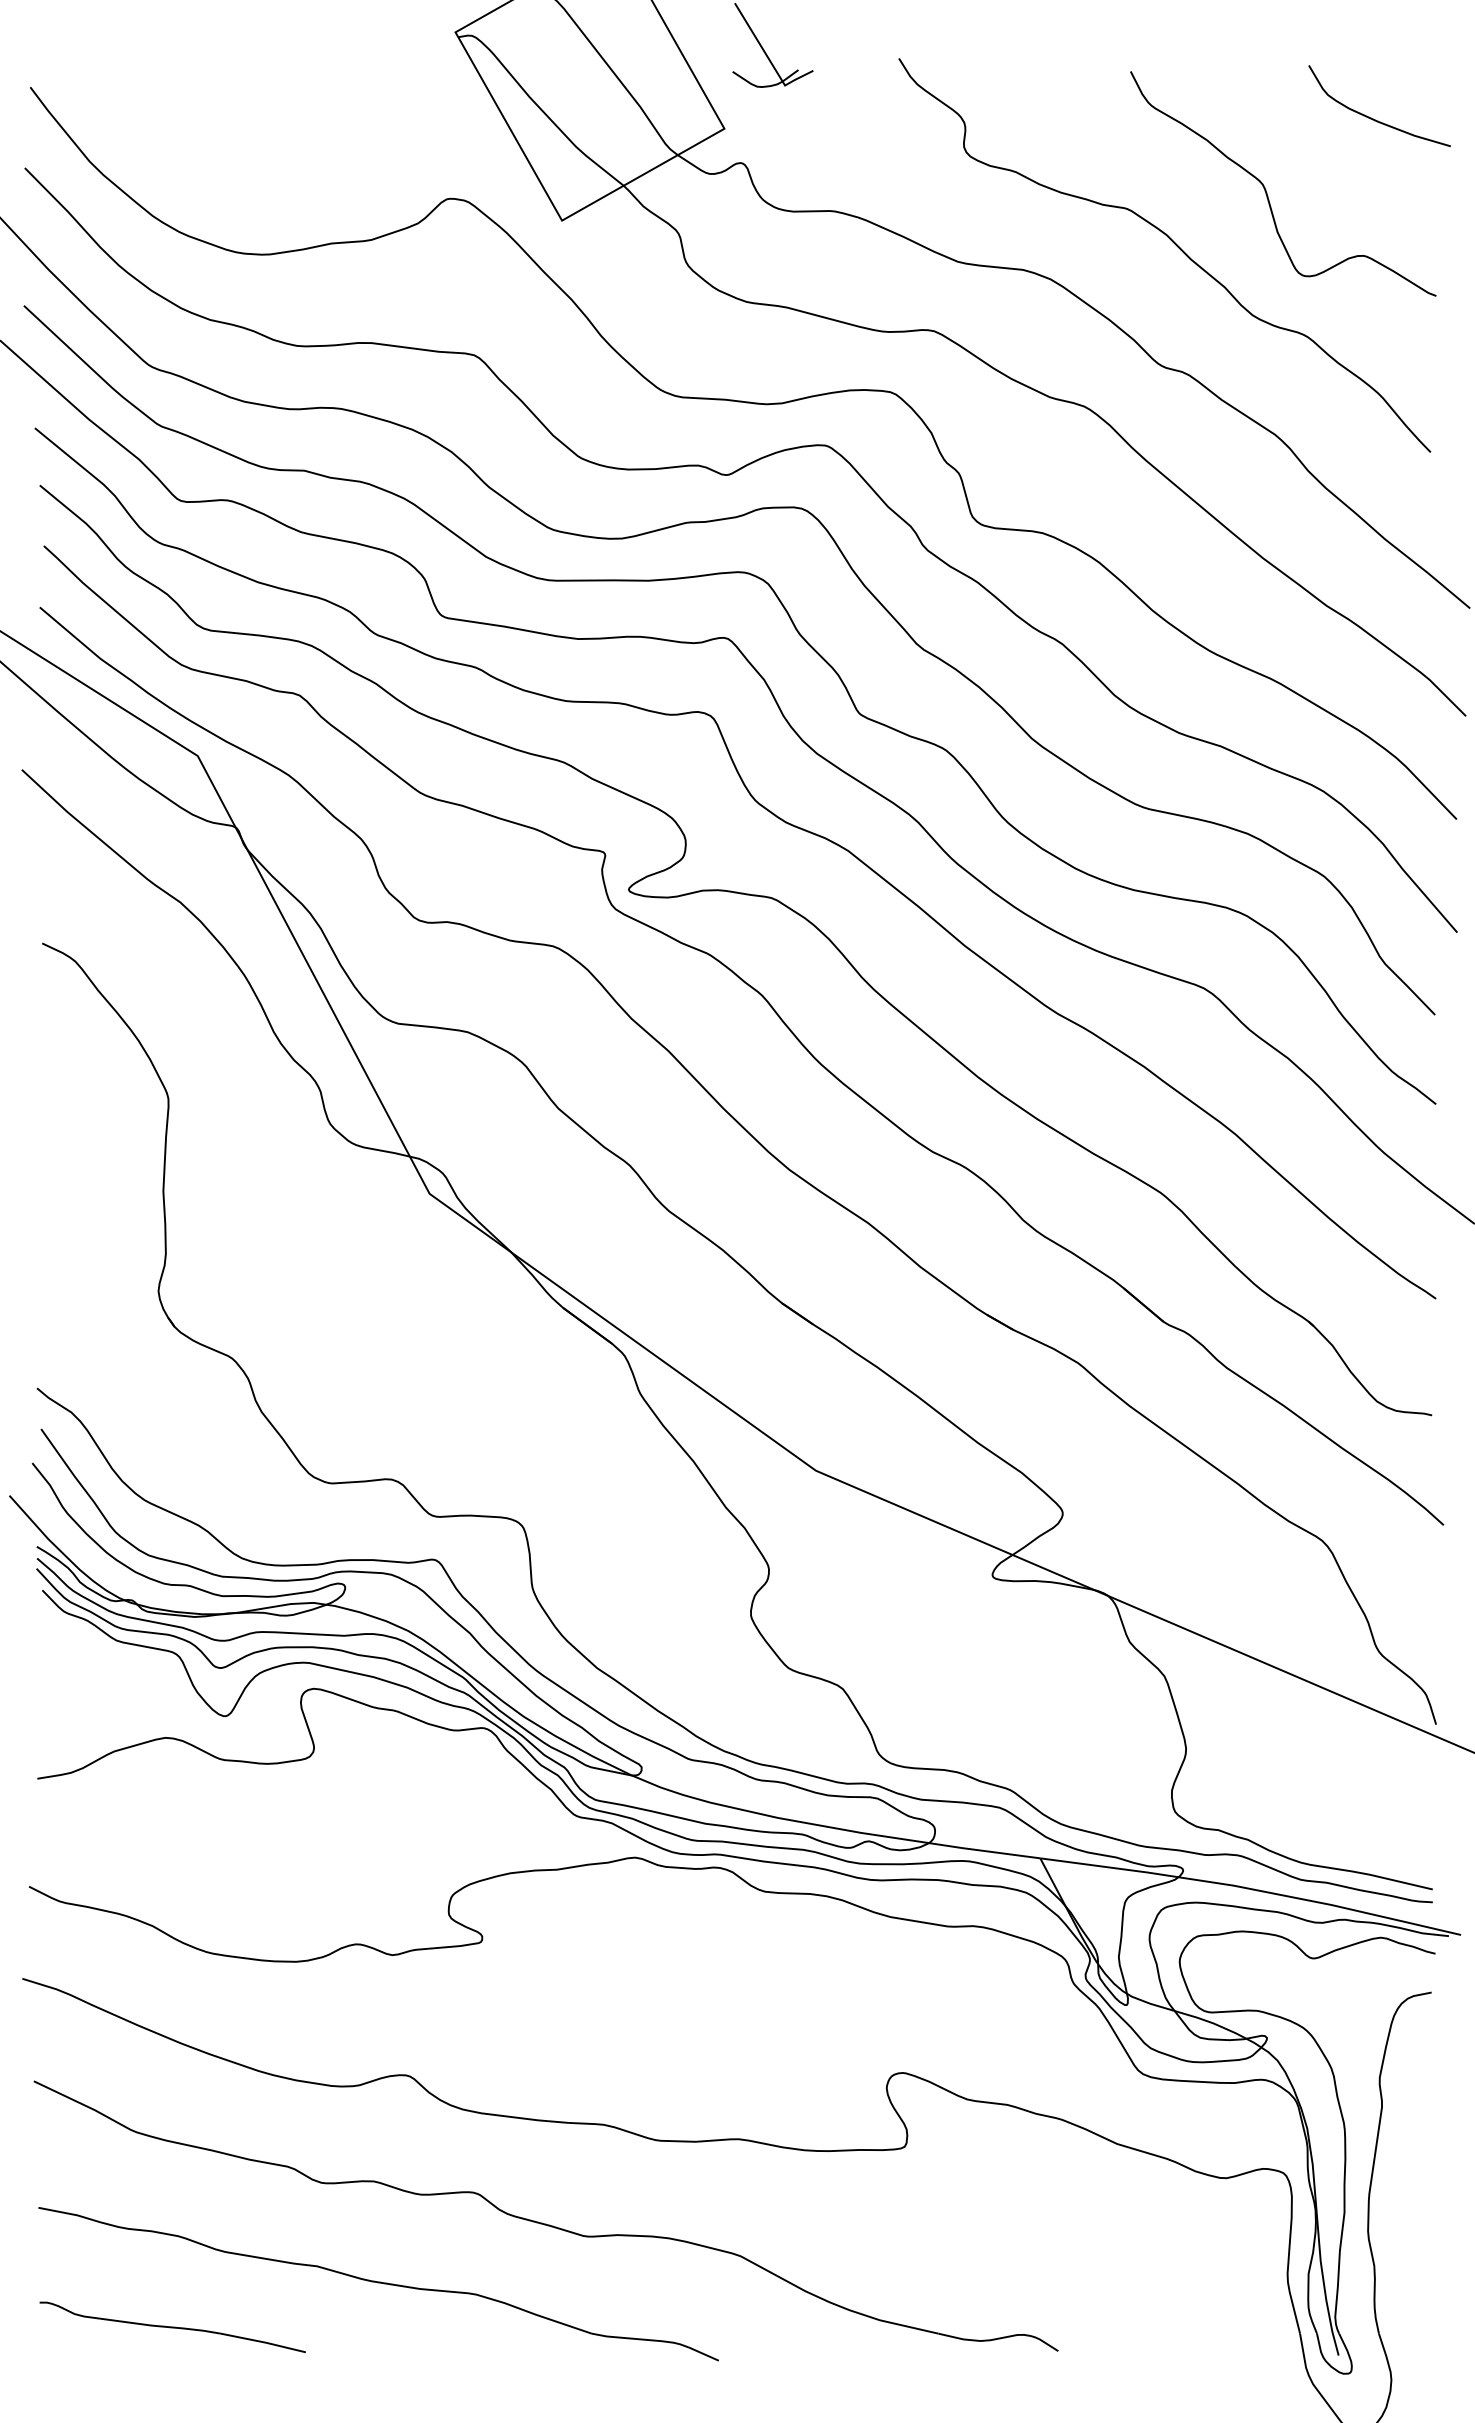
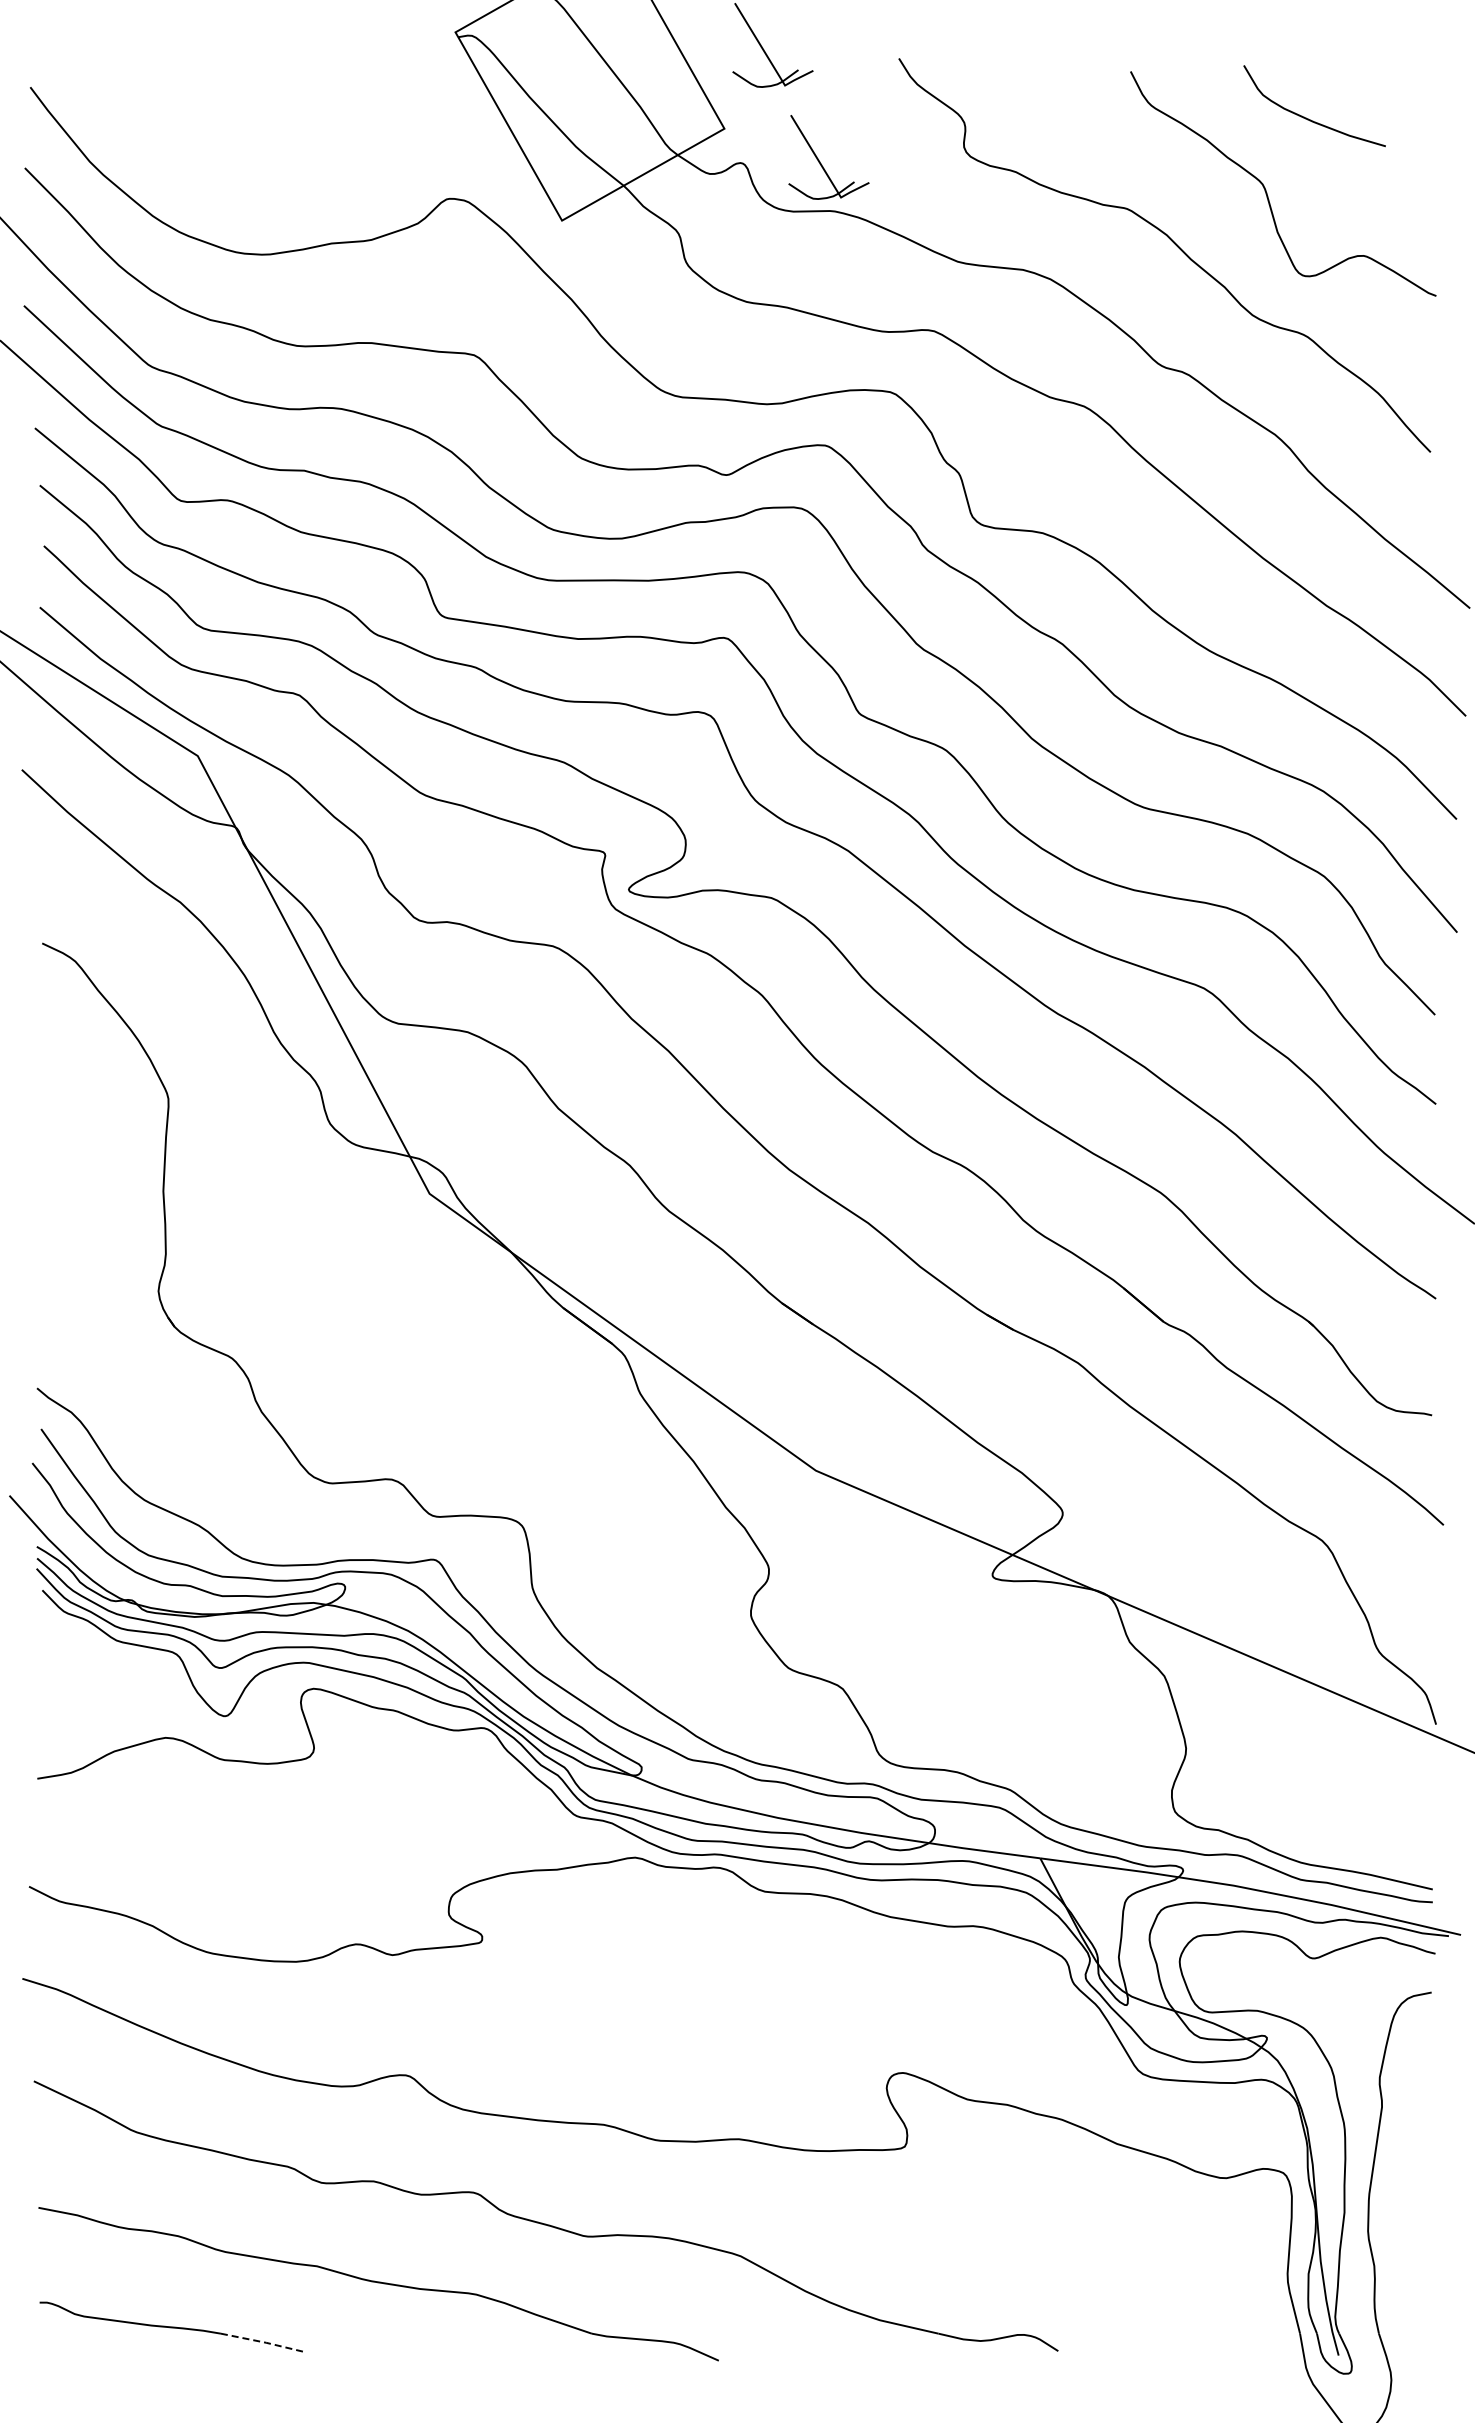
curve at (1373, 118) position: (1373, 118) -> (1308, 118)
part at (820, 161): none -> present
line at (264, 2342): solid -> dashed
